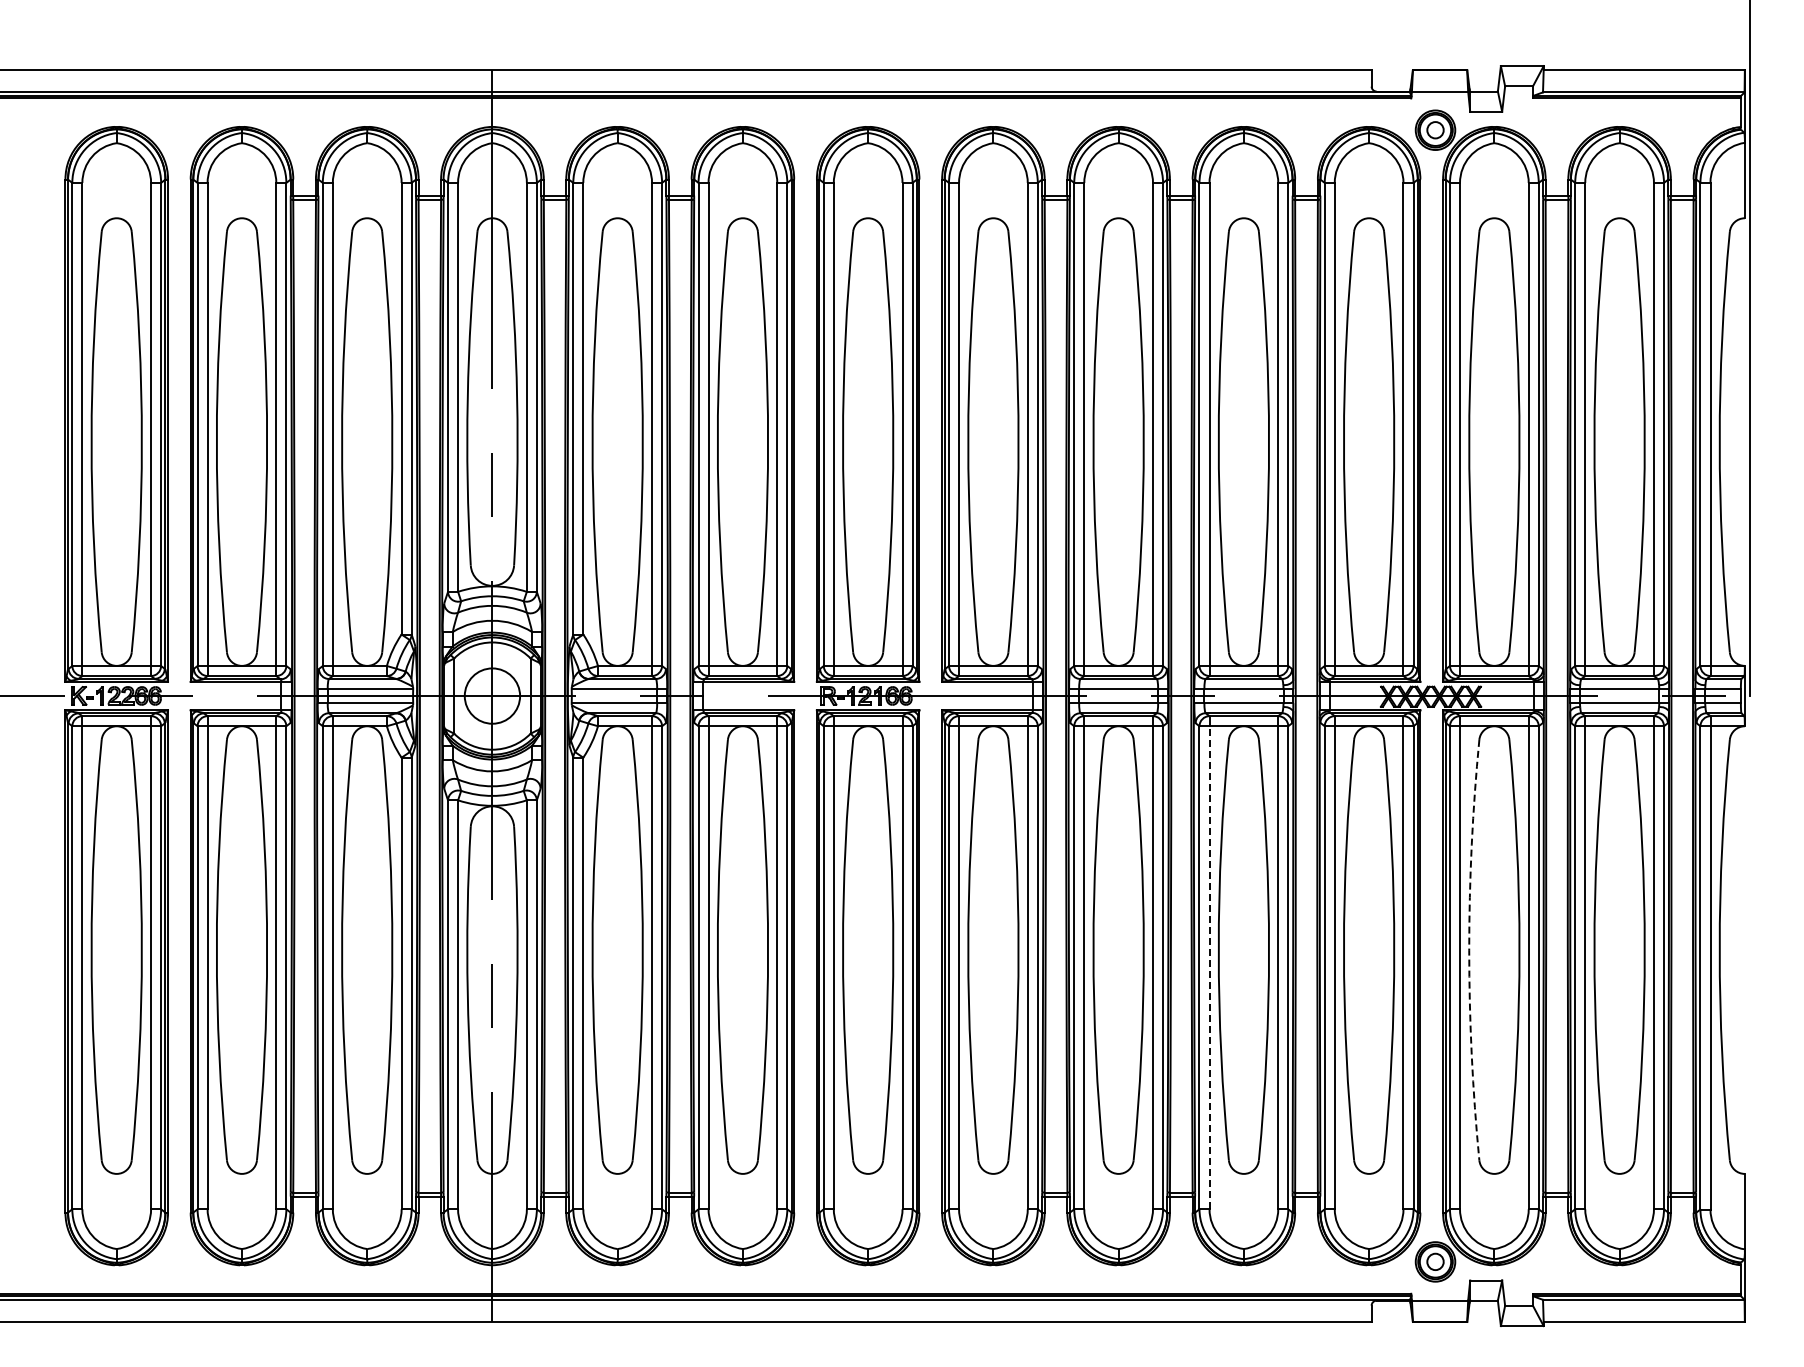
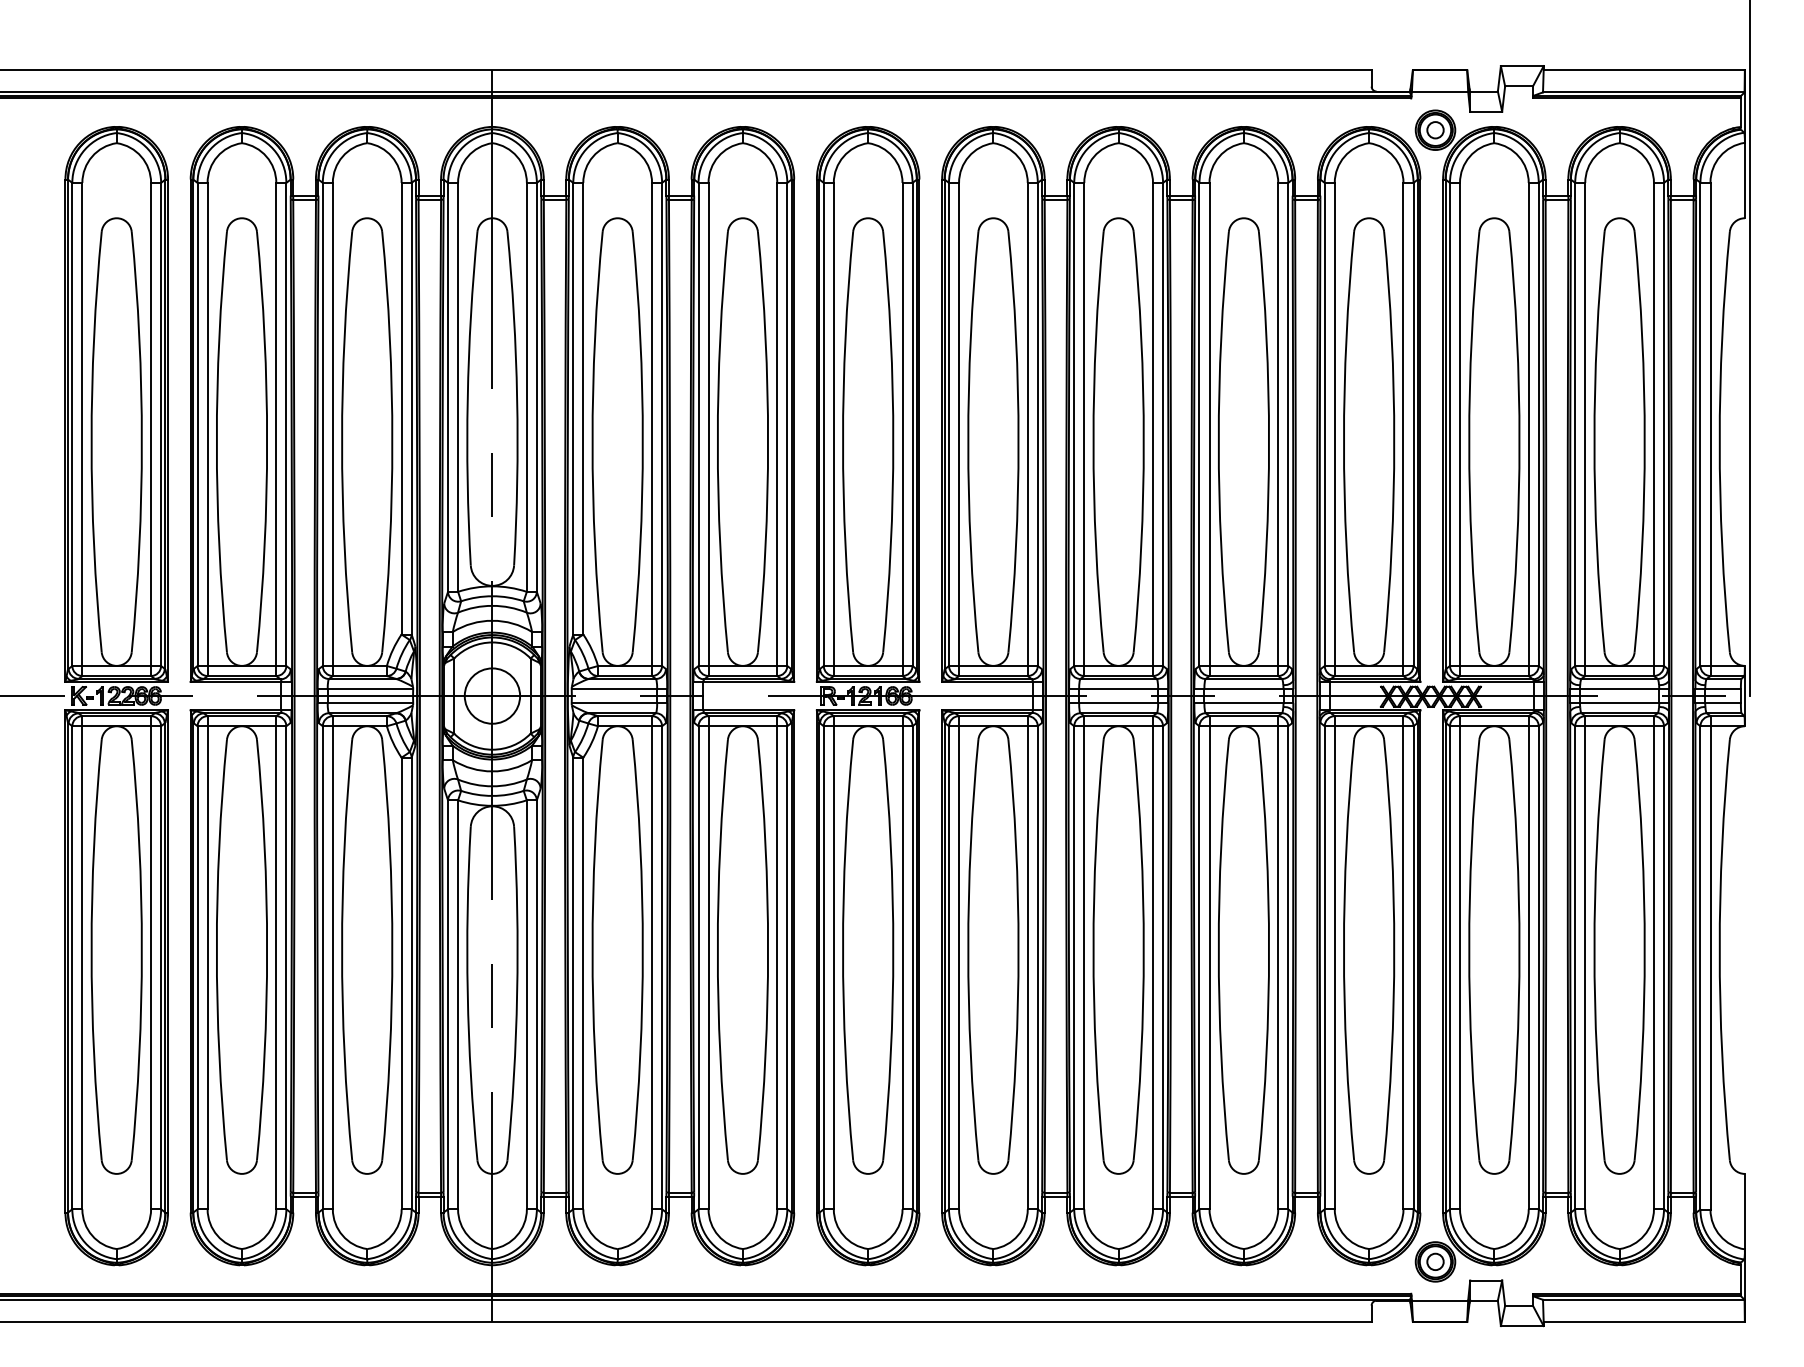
arc at (1469, 950): dashed -> solid
line at (1209, 967): dashed -> solid
